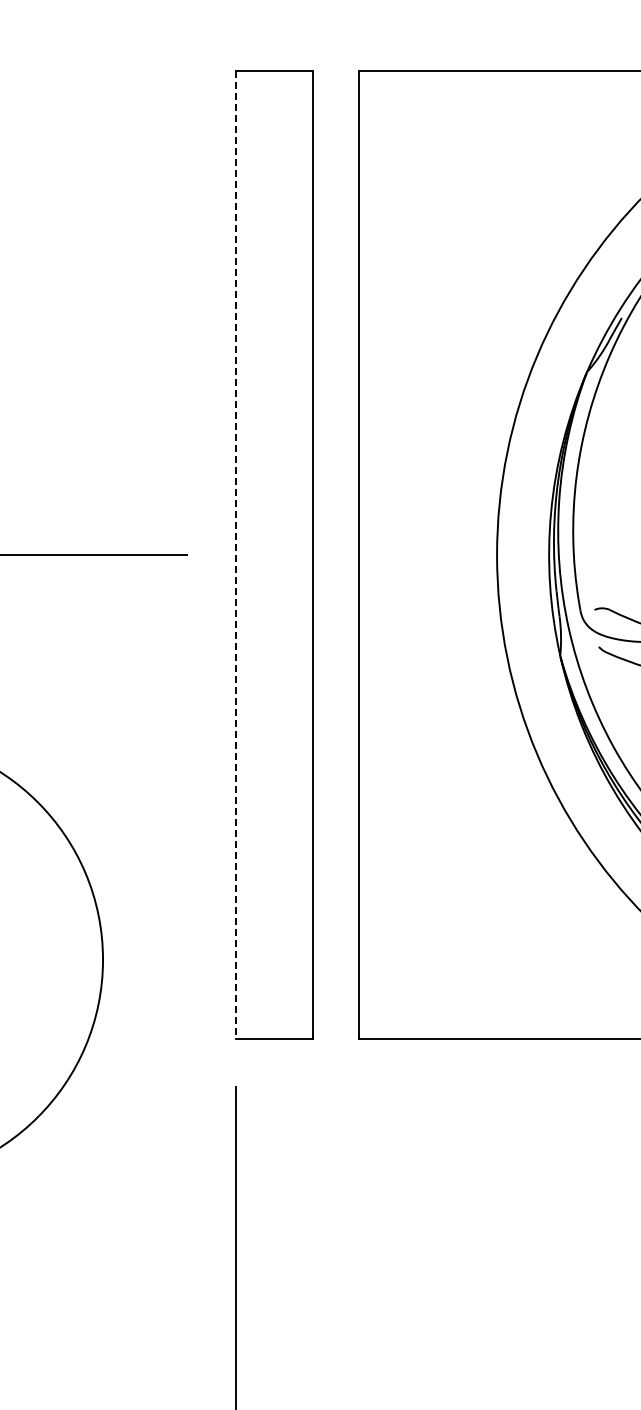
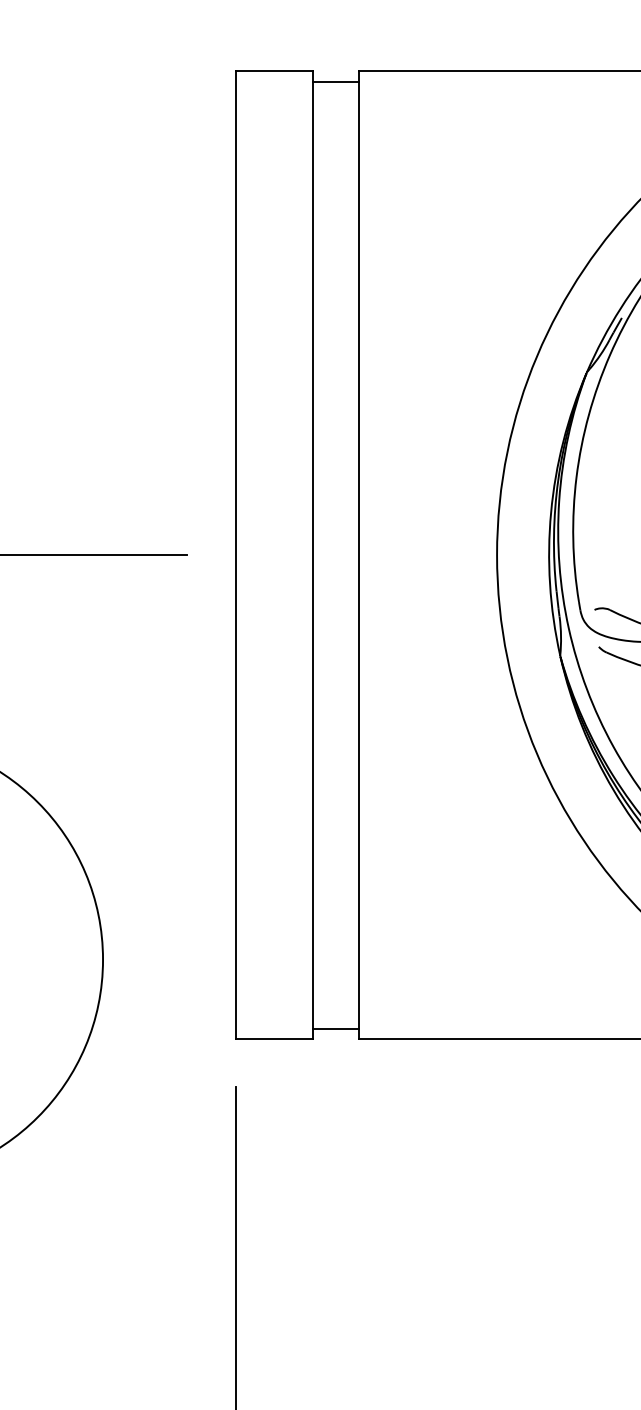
line at (335, 81): none -> present
line at (235, 555): dashed -> solid
line at (335, 1028): none -> present
